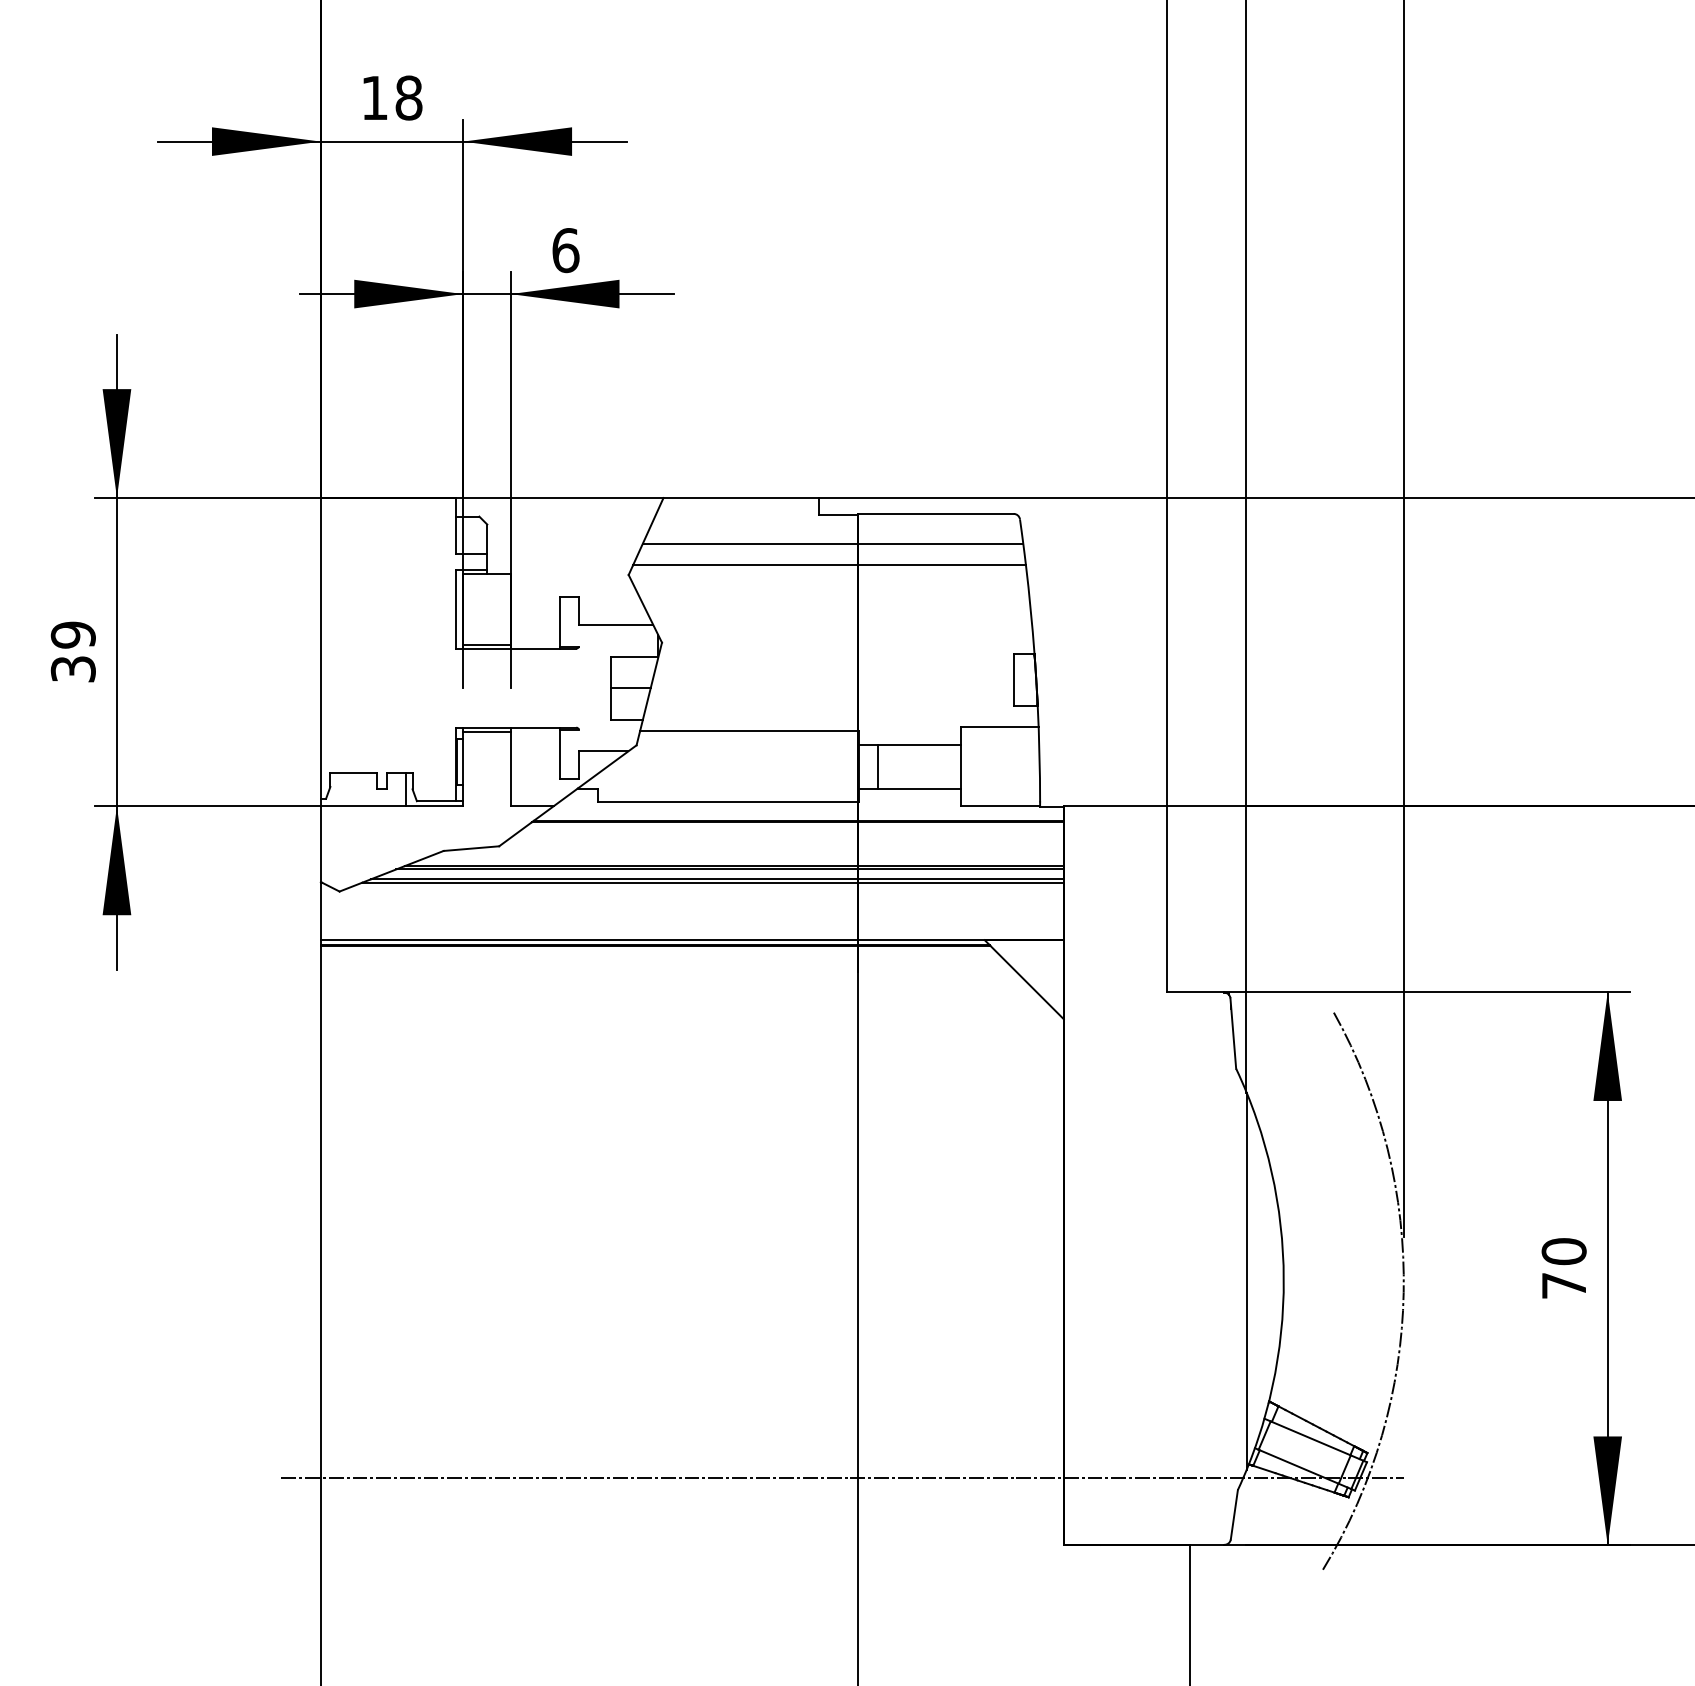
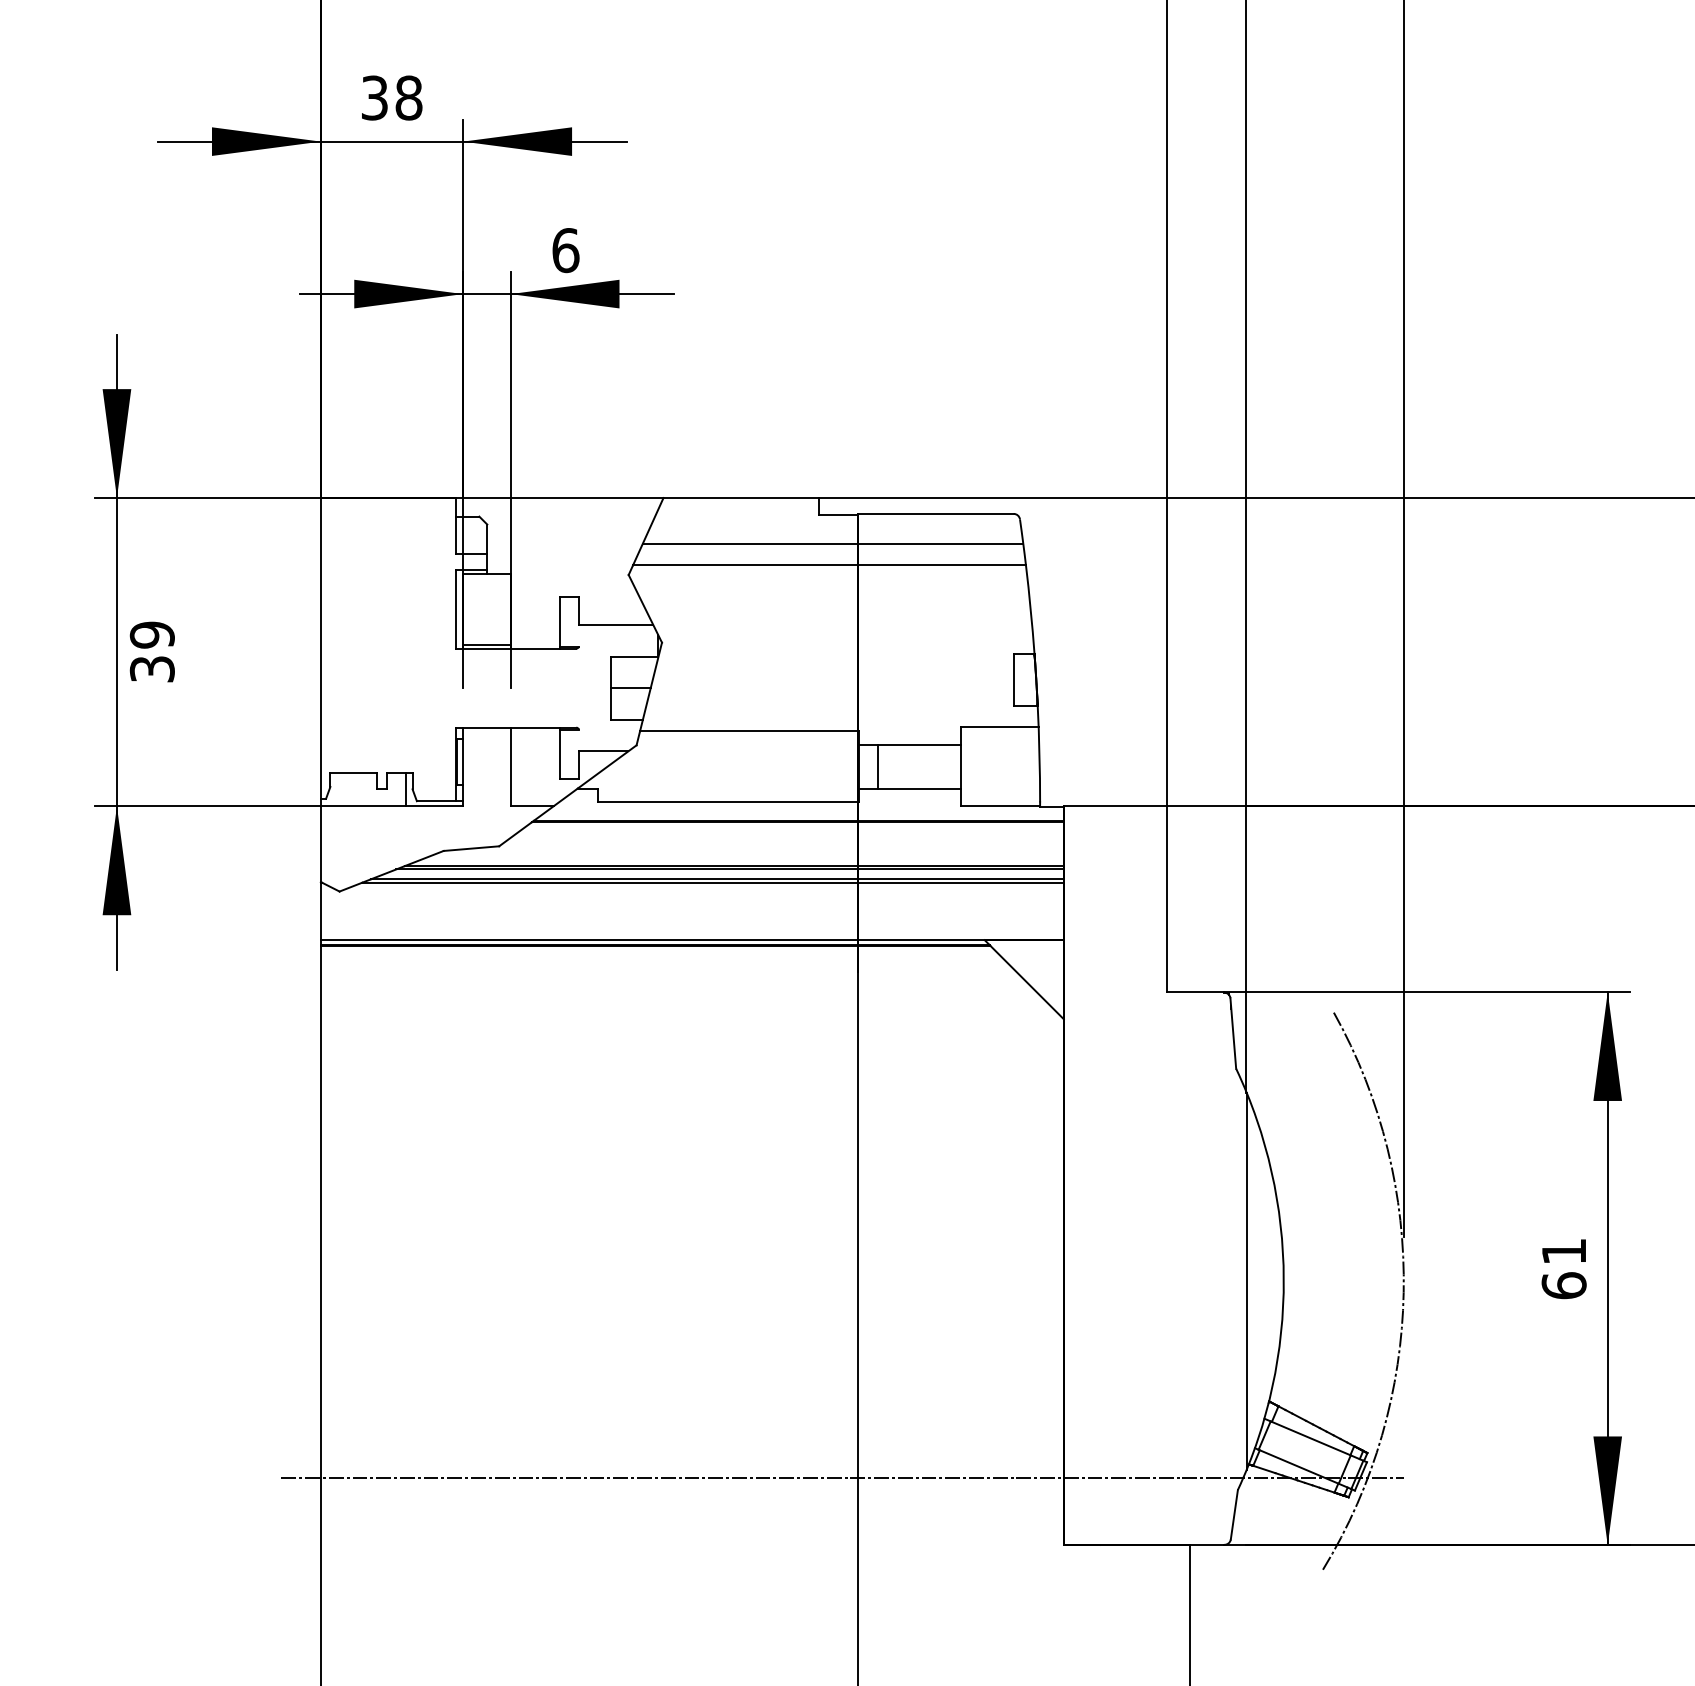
text at (374, 97): 18 -> 38
text at (72, 651) position: (72, 651) -> (151, 651)
line at (486, 731): present -> none
text at (1563, 1268): 70 -> 61
